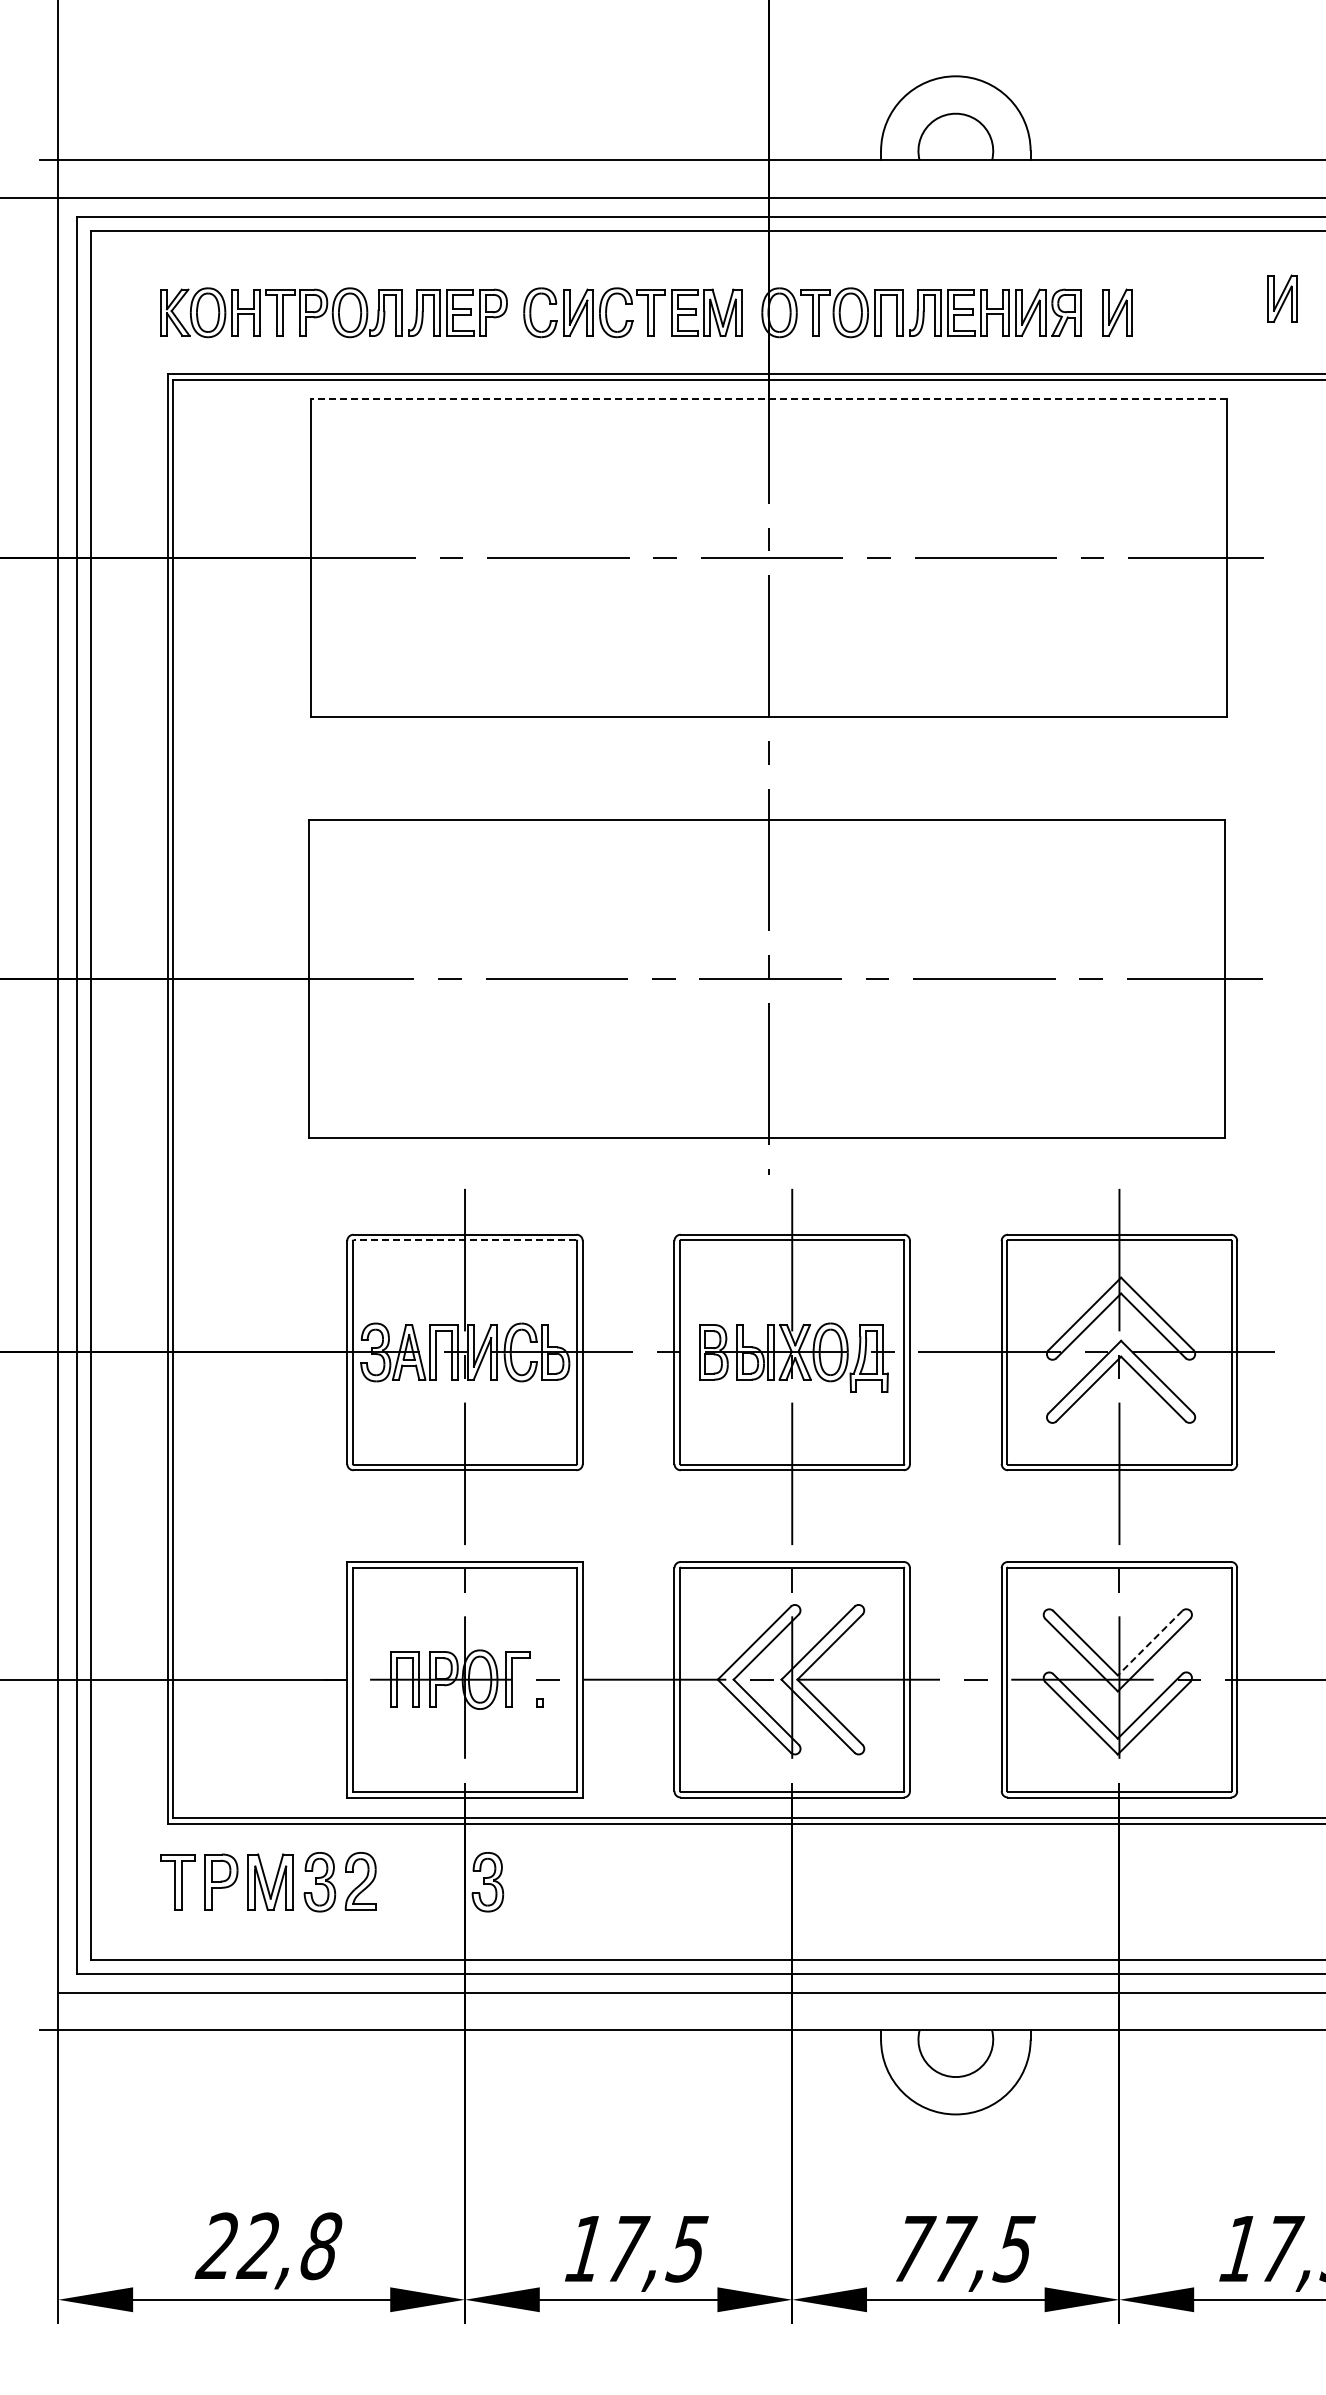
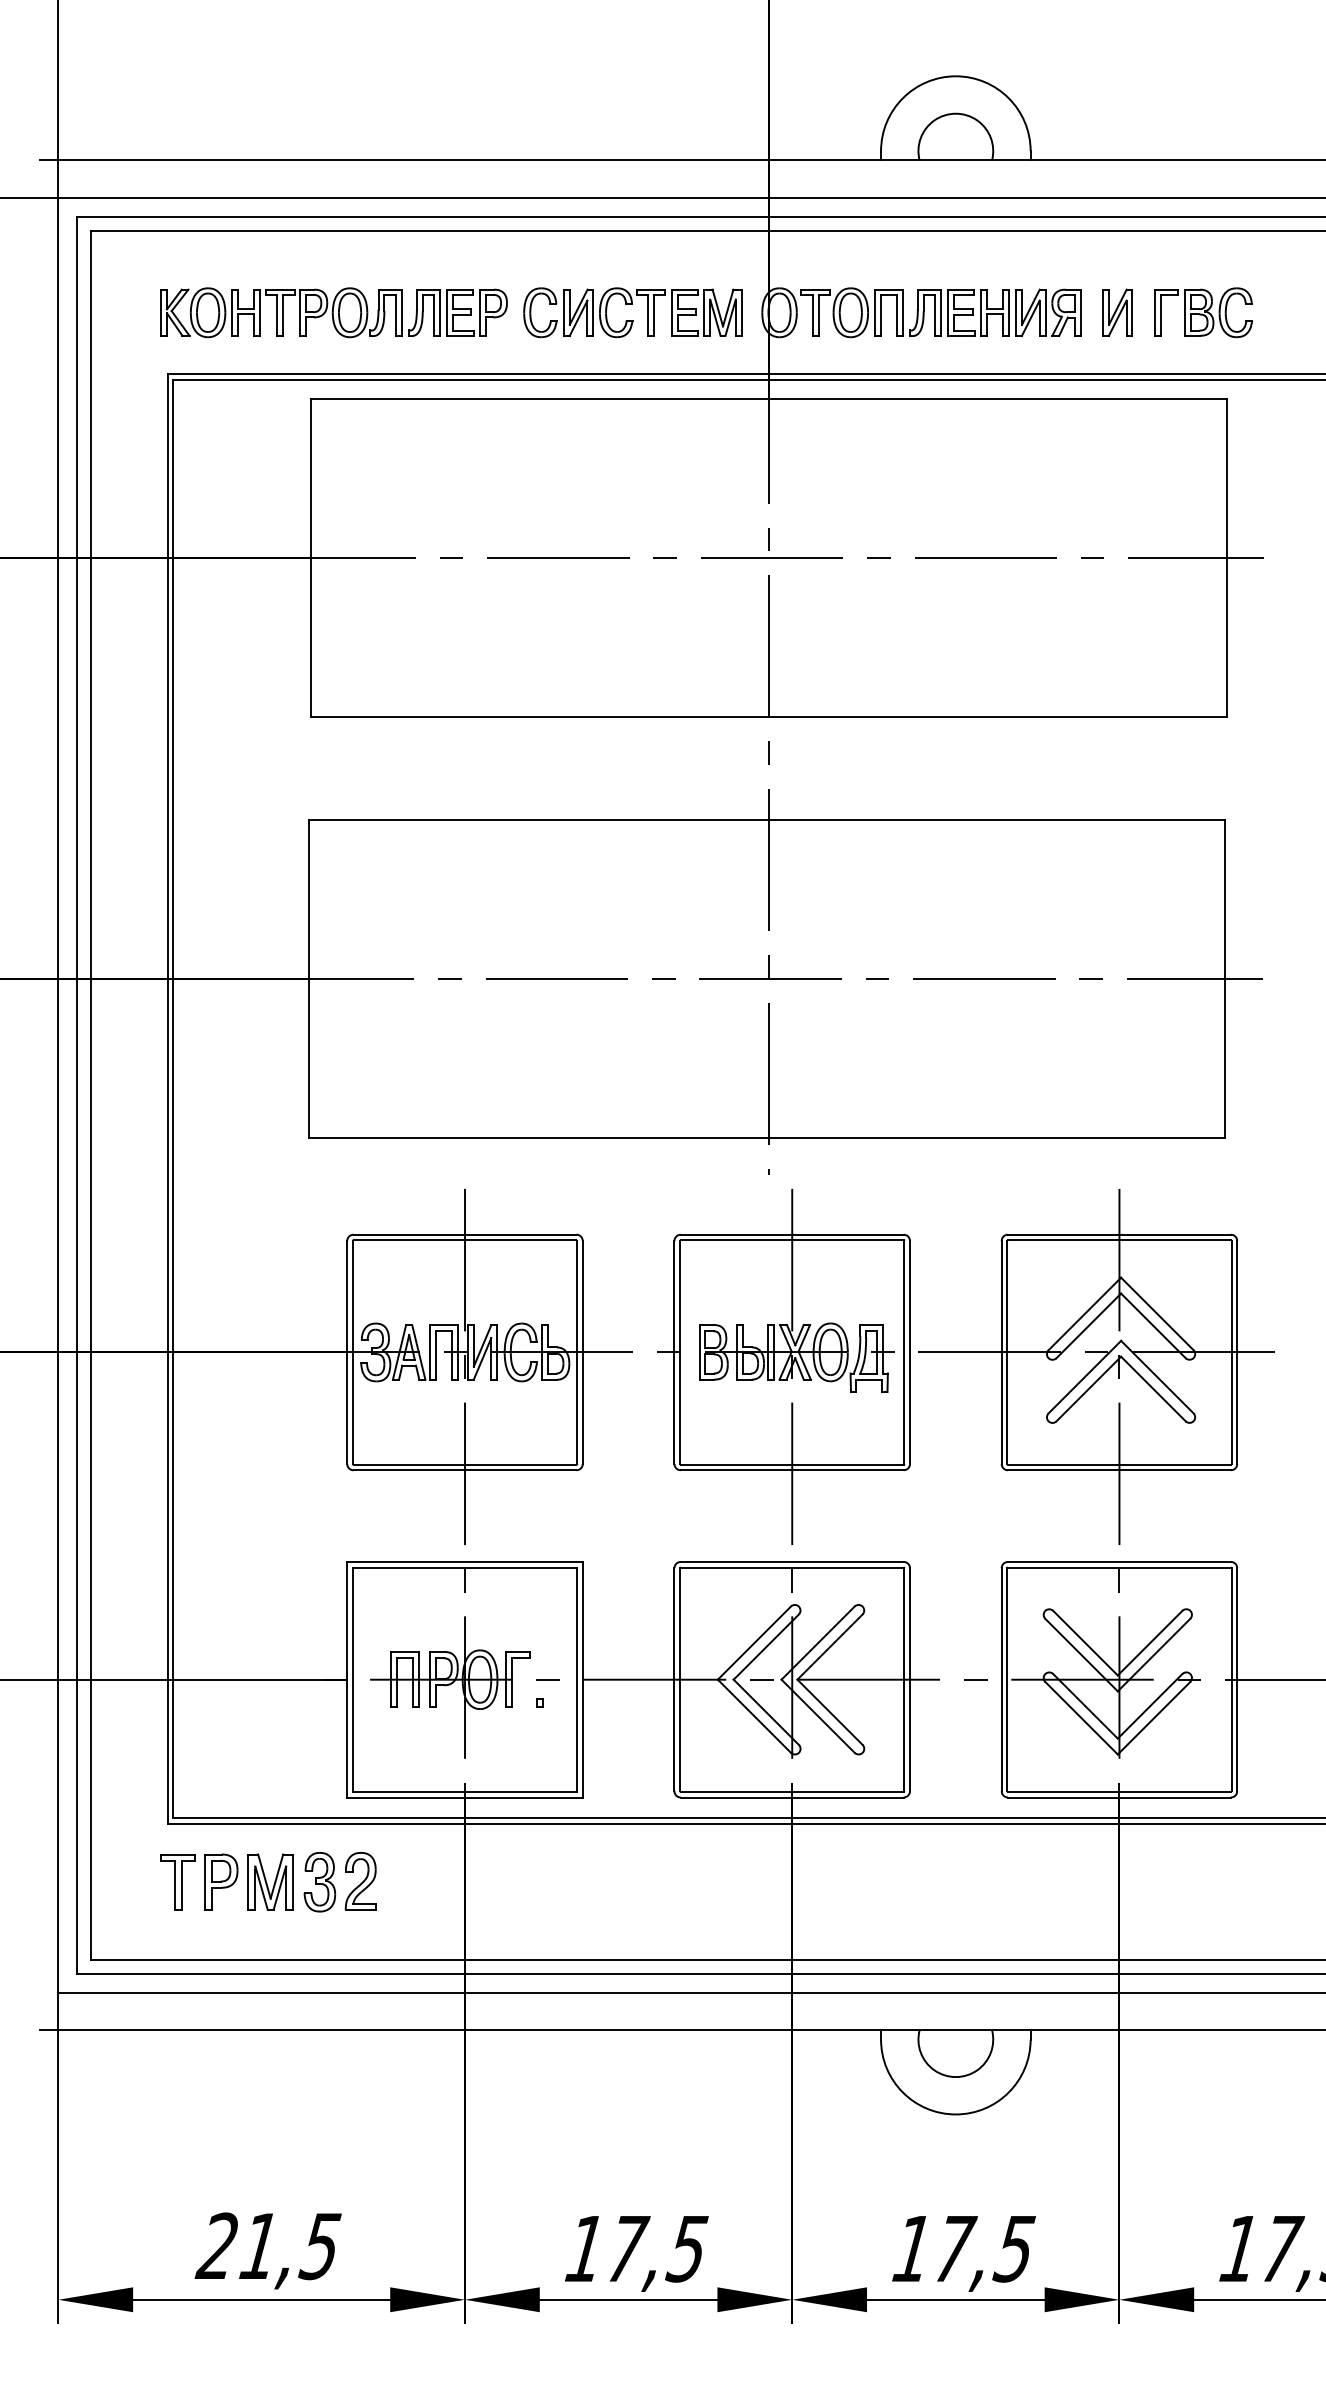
part at (1282, 298): present -> none
part at (1203, 312): none -> present
line at (768, 398): dashed -> solid
line at (464, 1240): dashed -> solid
line at (1150, 1643): dashed -> solid
part at (487, 1882): present -> none
text at (288, 2246): 22,8 -> 21,5
text at (914, 2248): 77,5 -> 17,5
